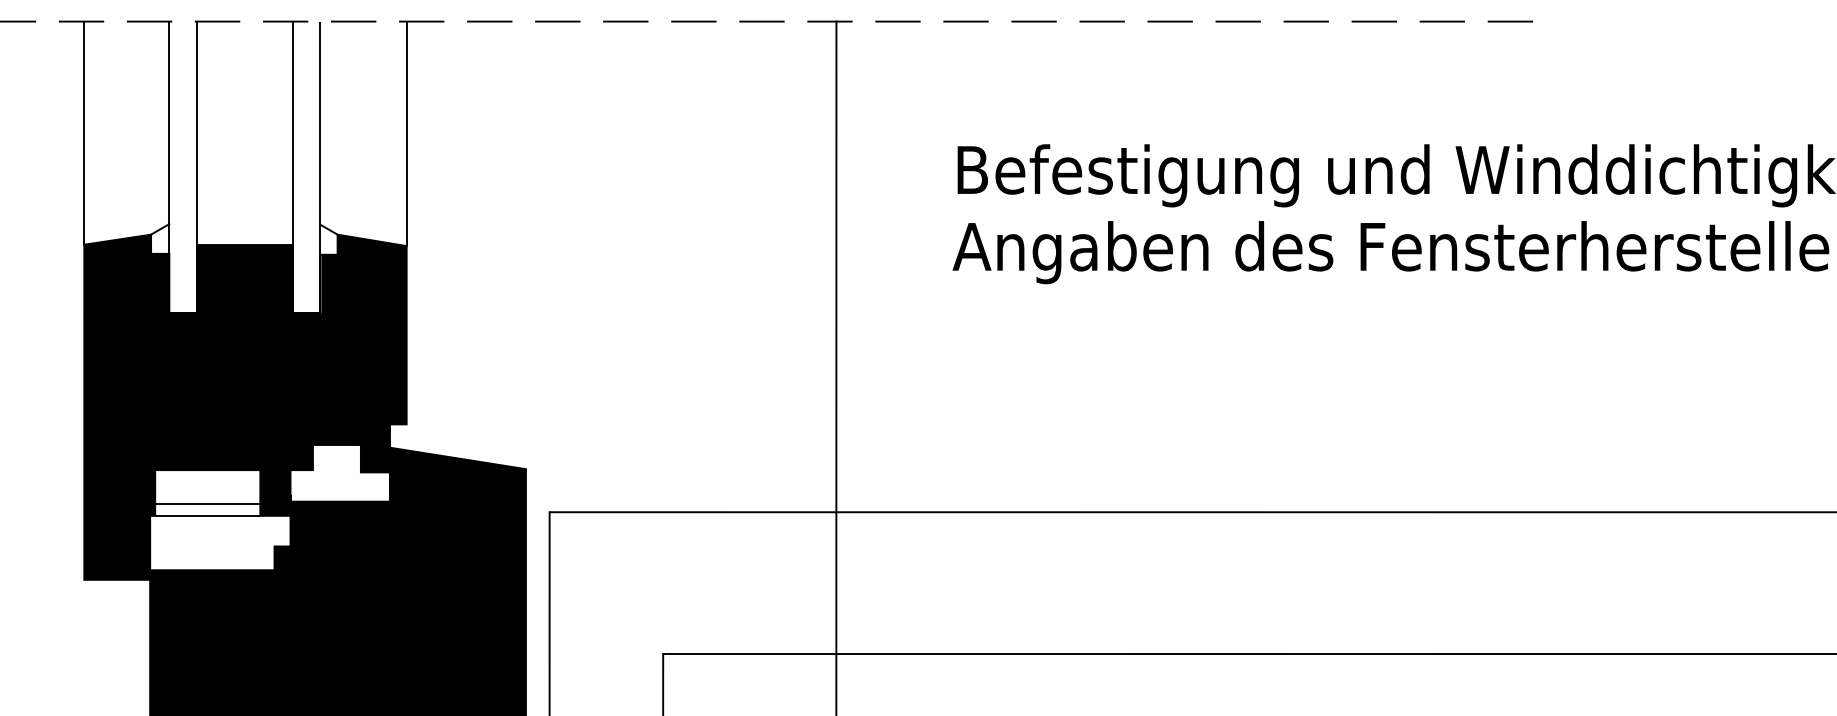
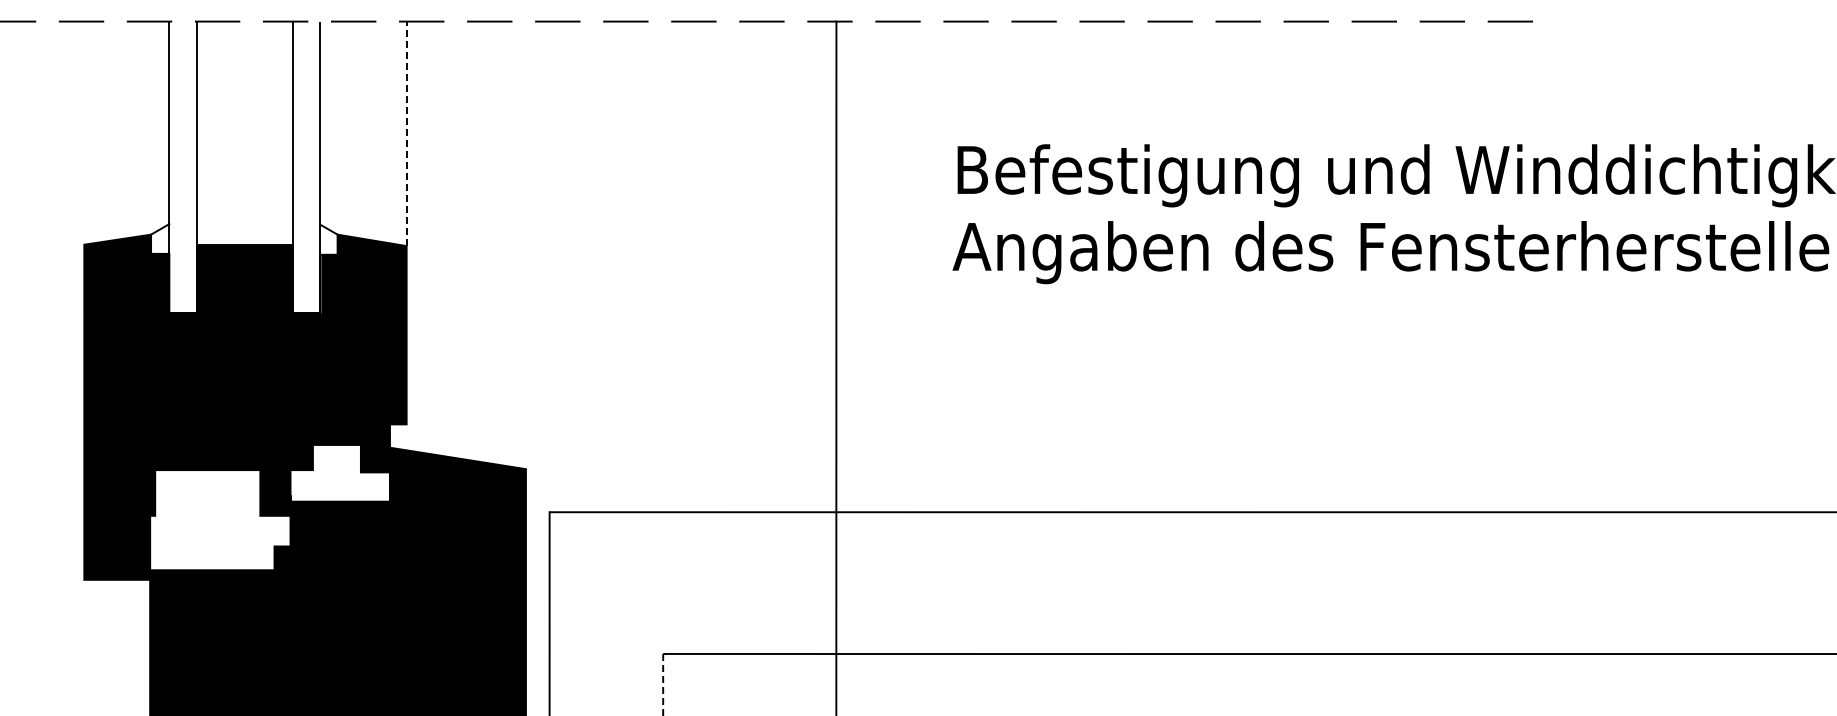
line at (84, 132): present -> none
line at (406, 133): solid -> dashed
line at (207, 504): present -> none
line at (207, 515): present -> none
line at (663, 684): solid -> dashed
